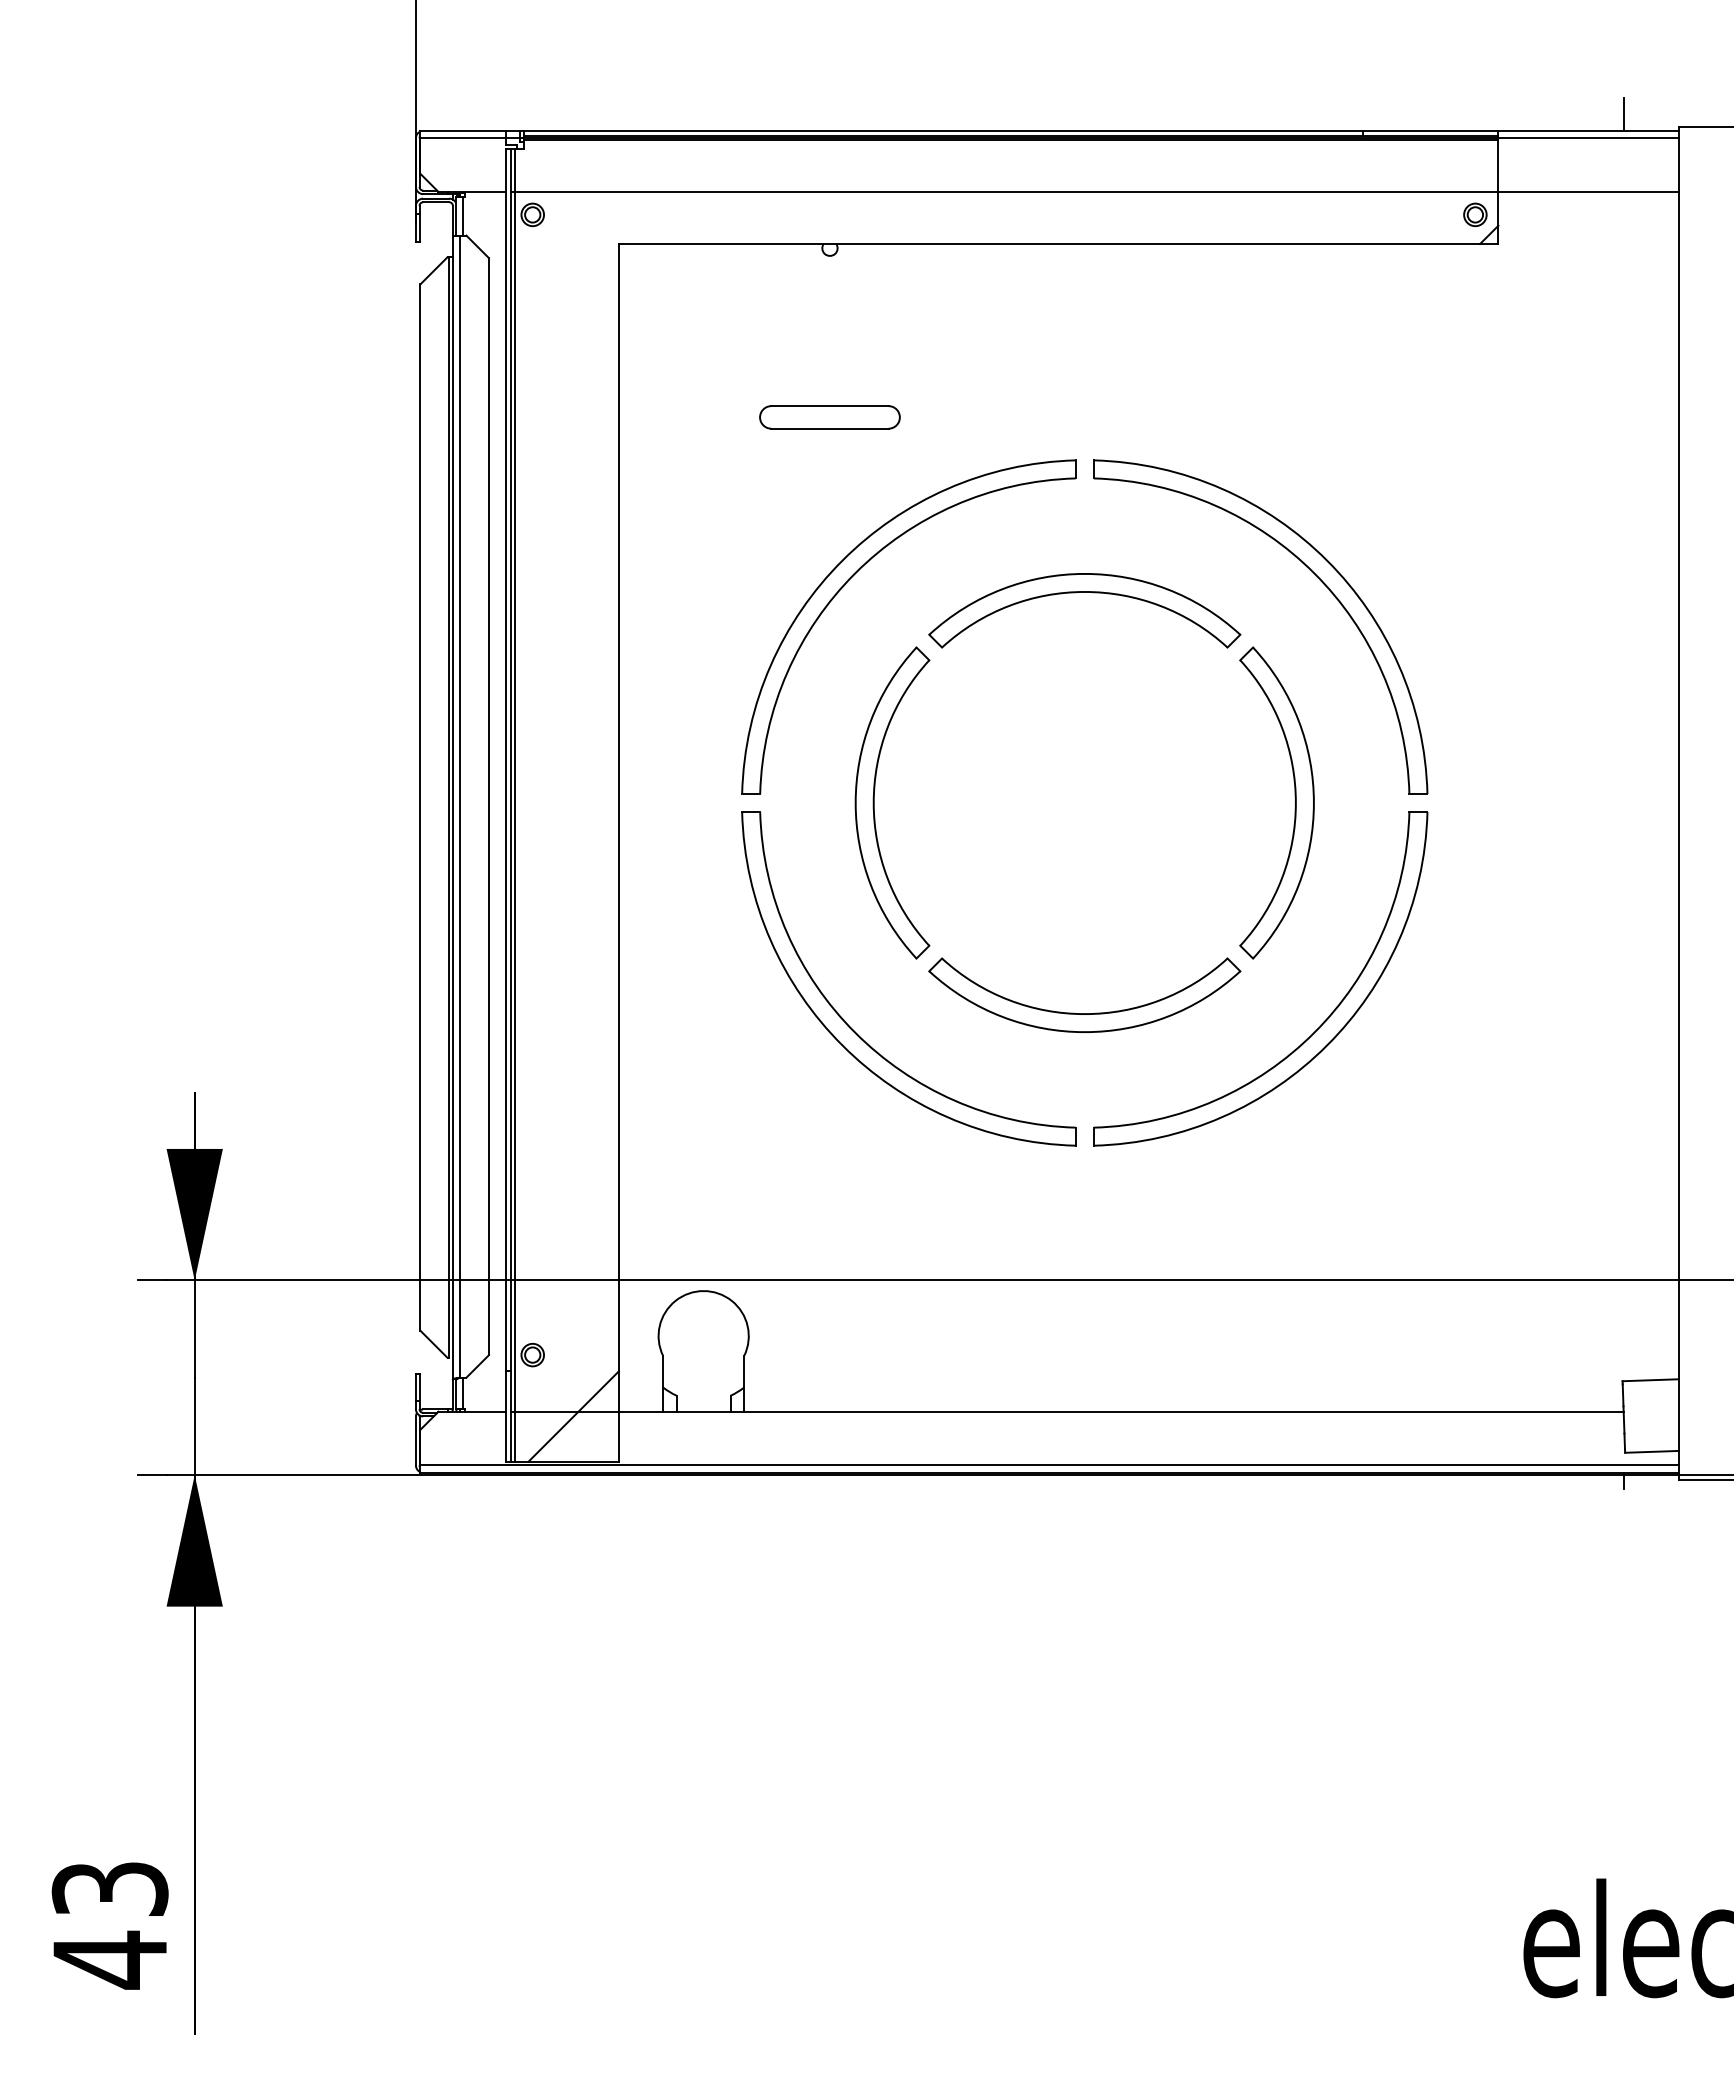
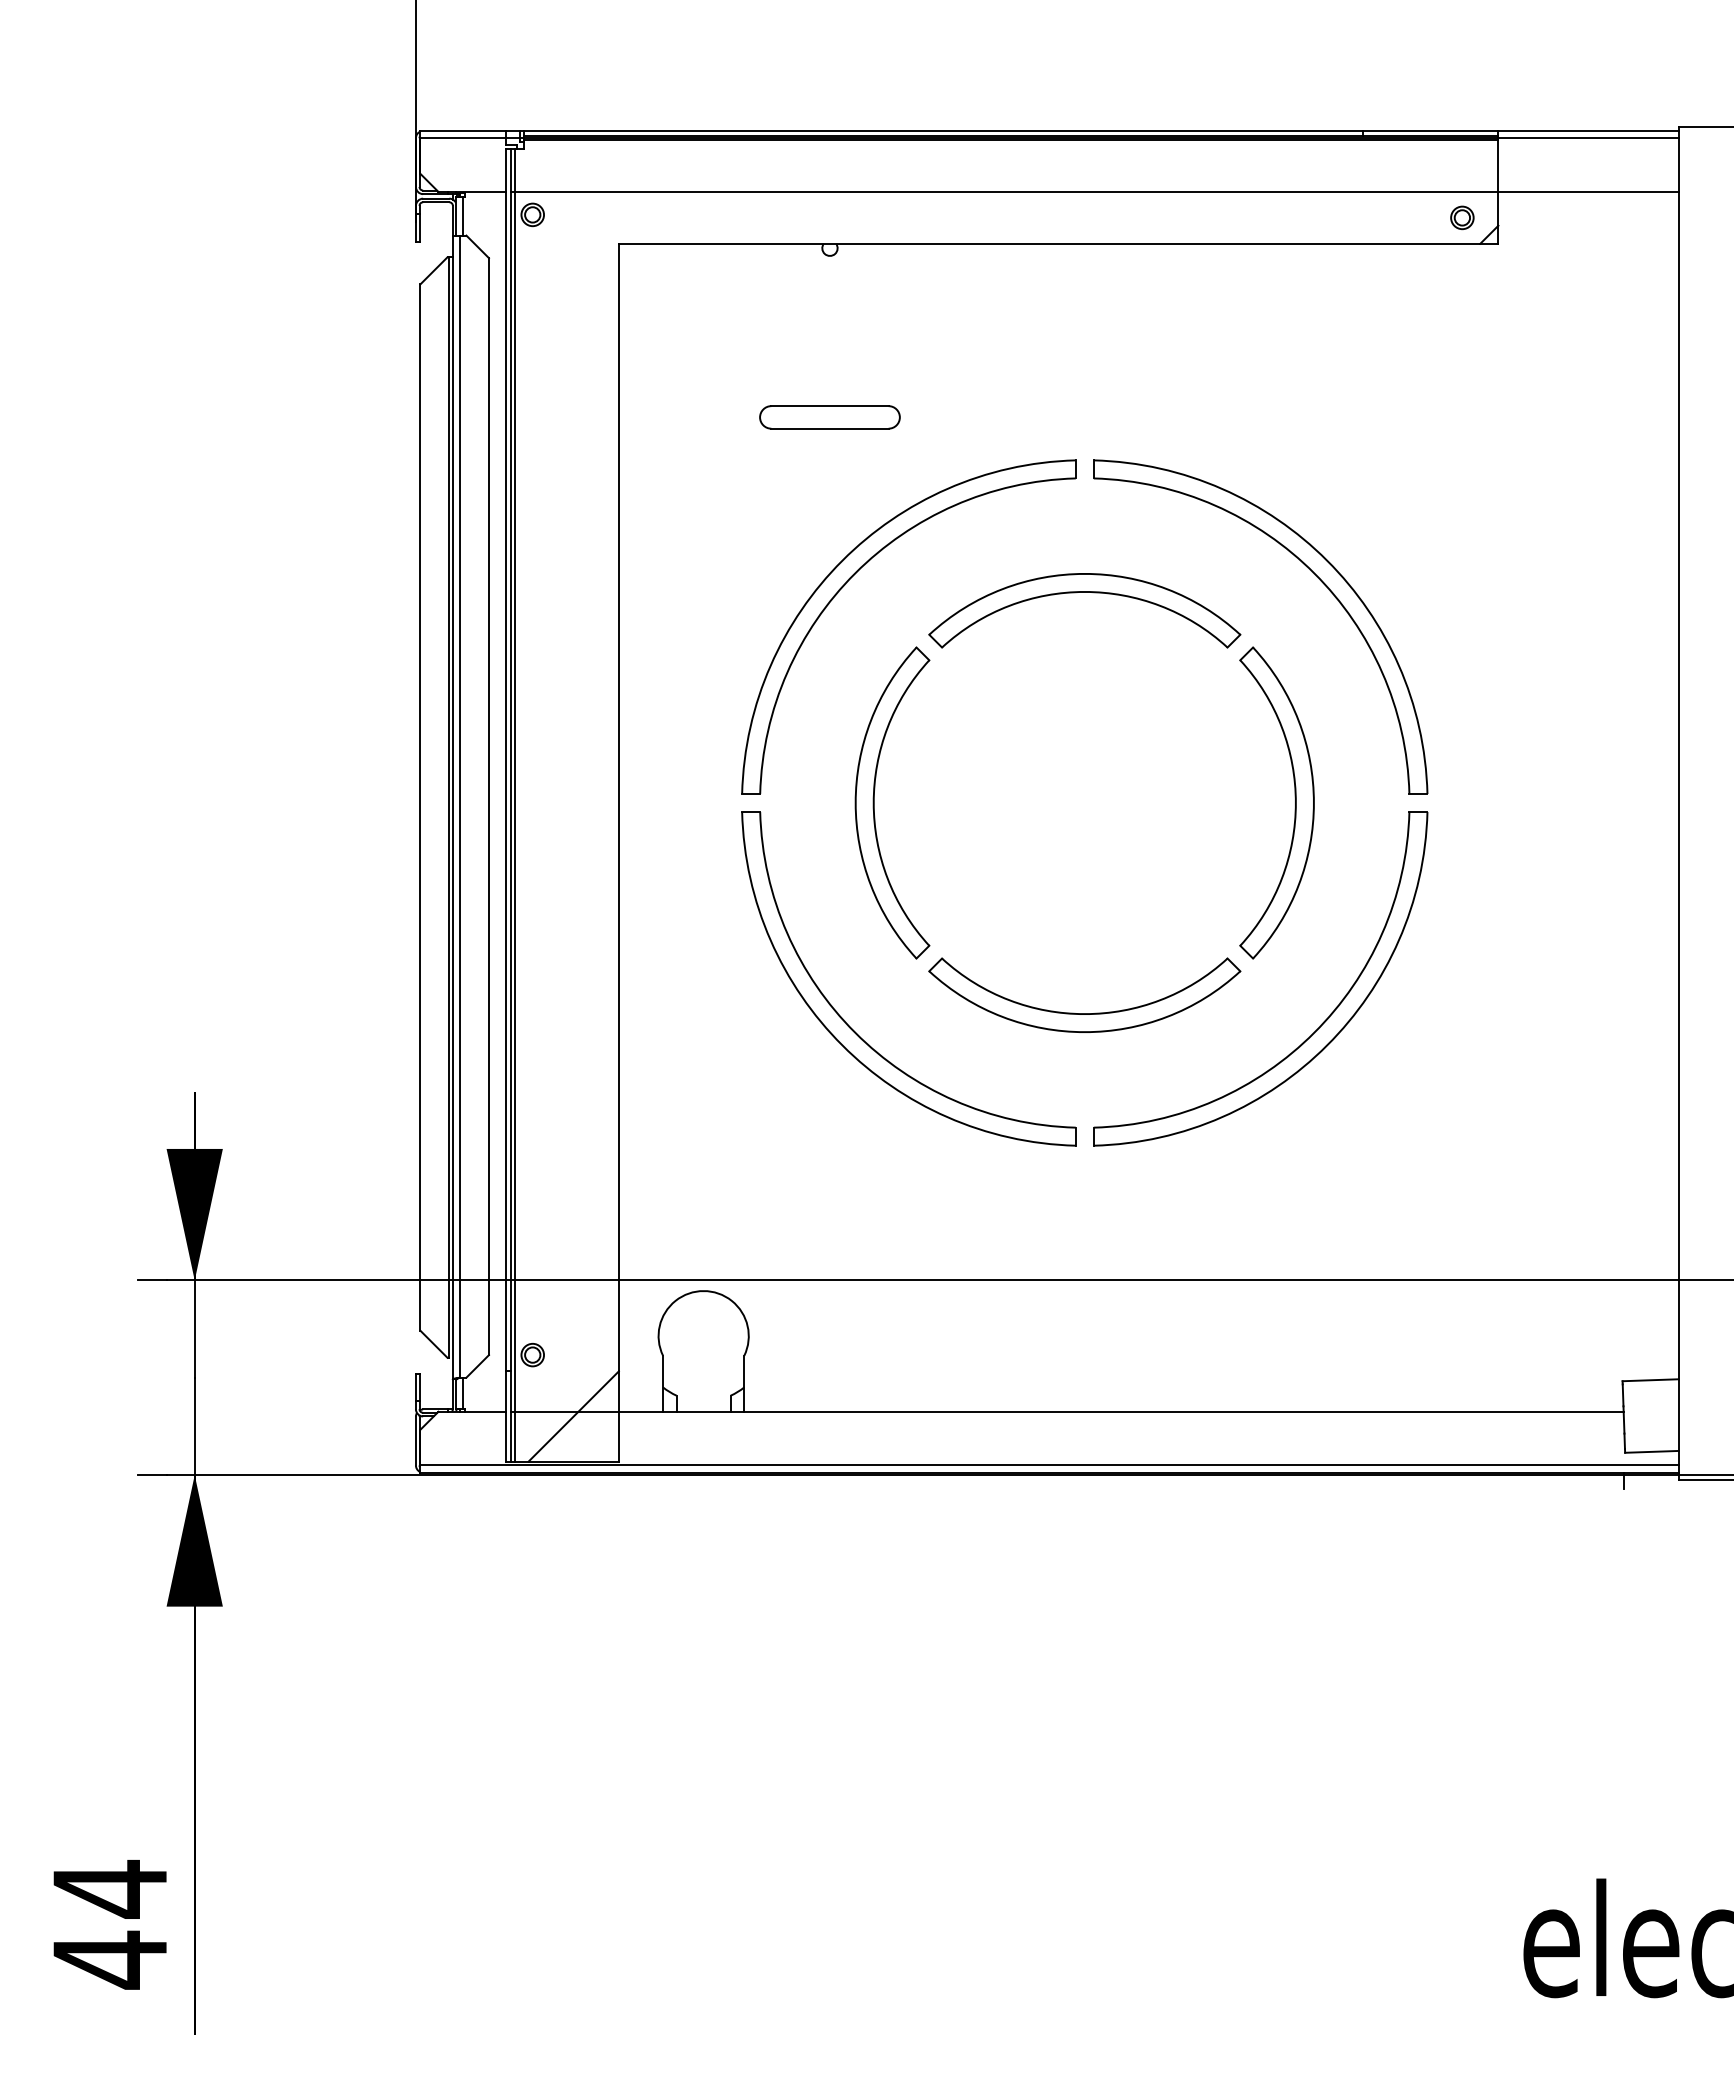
line at (1623, 114): present -> none
part at (1475, 214) position: (1475, 214) -> (1462, 217)
text at (109, 1888): 43 -> 44
